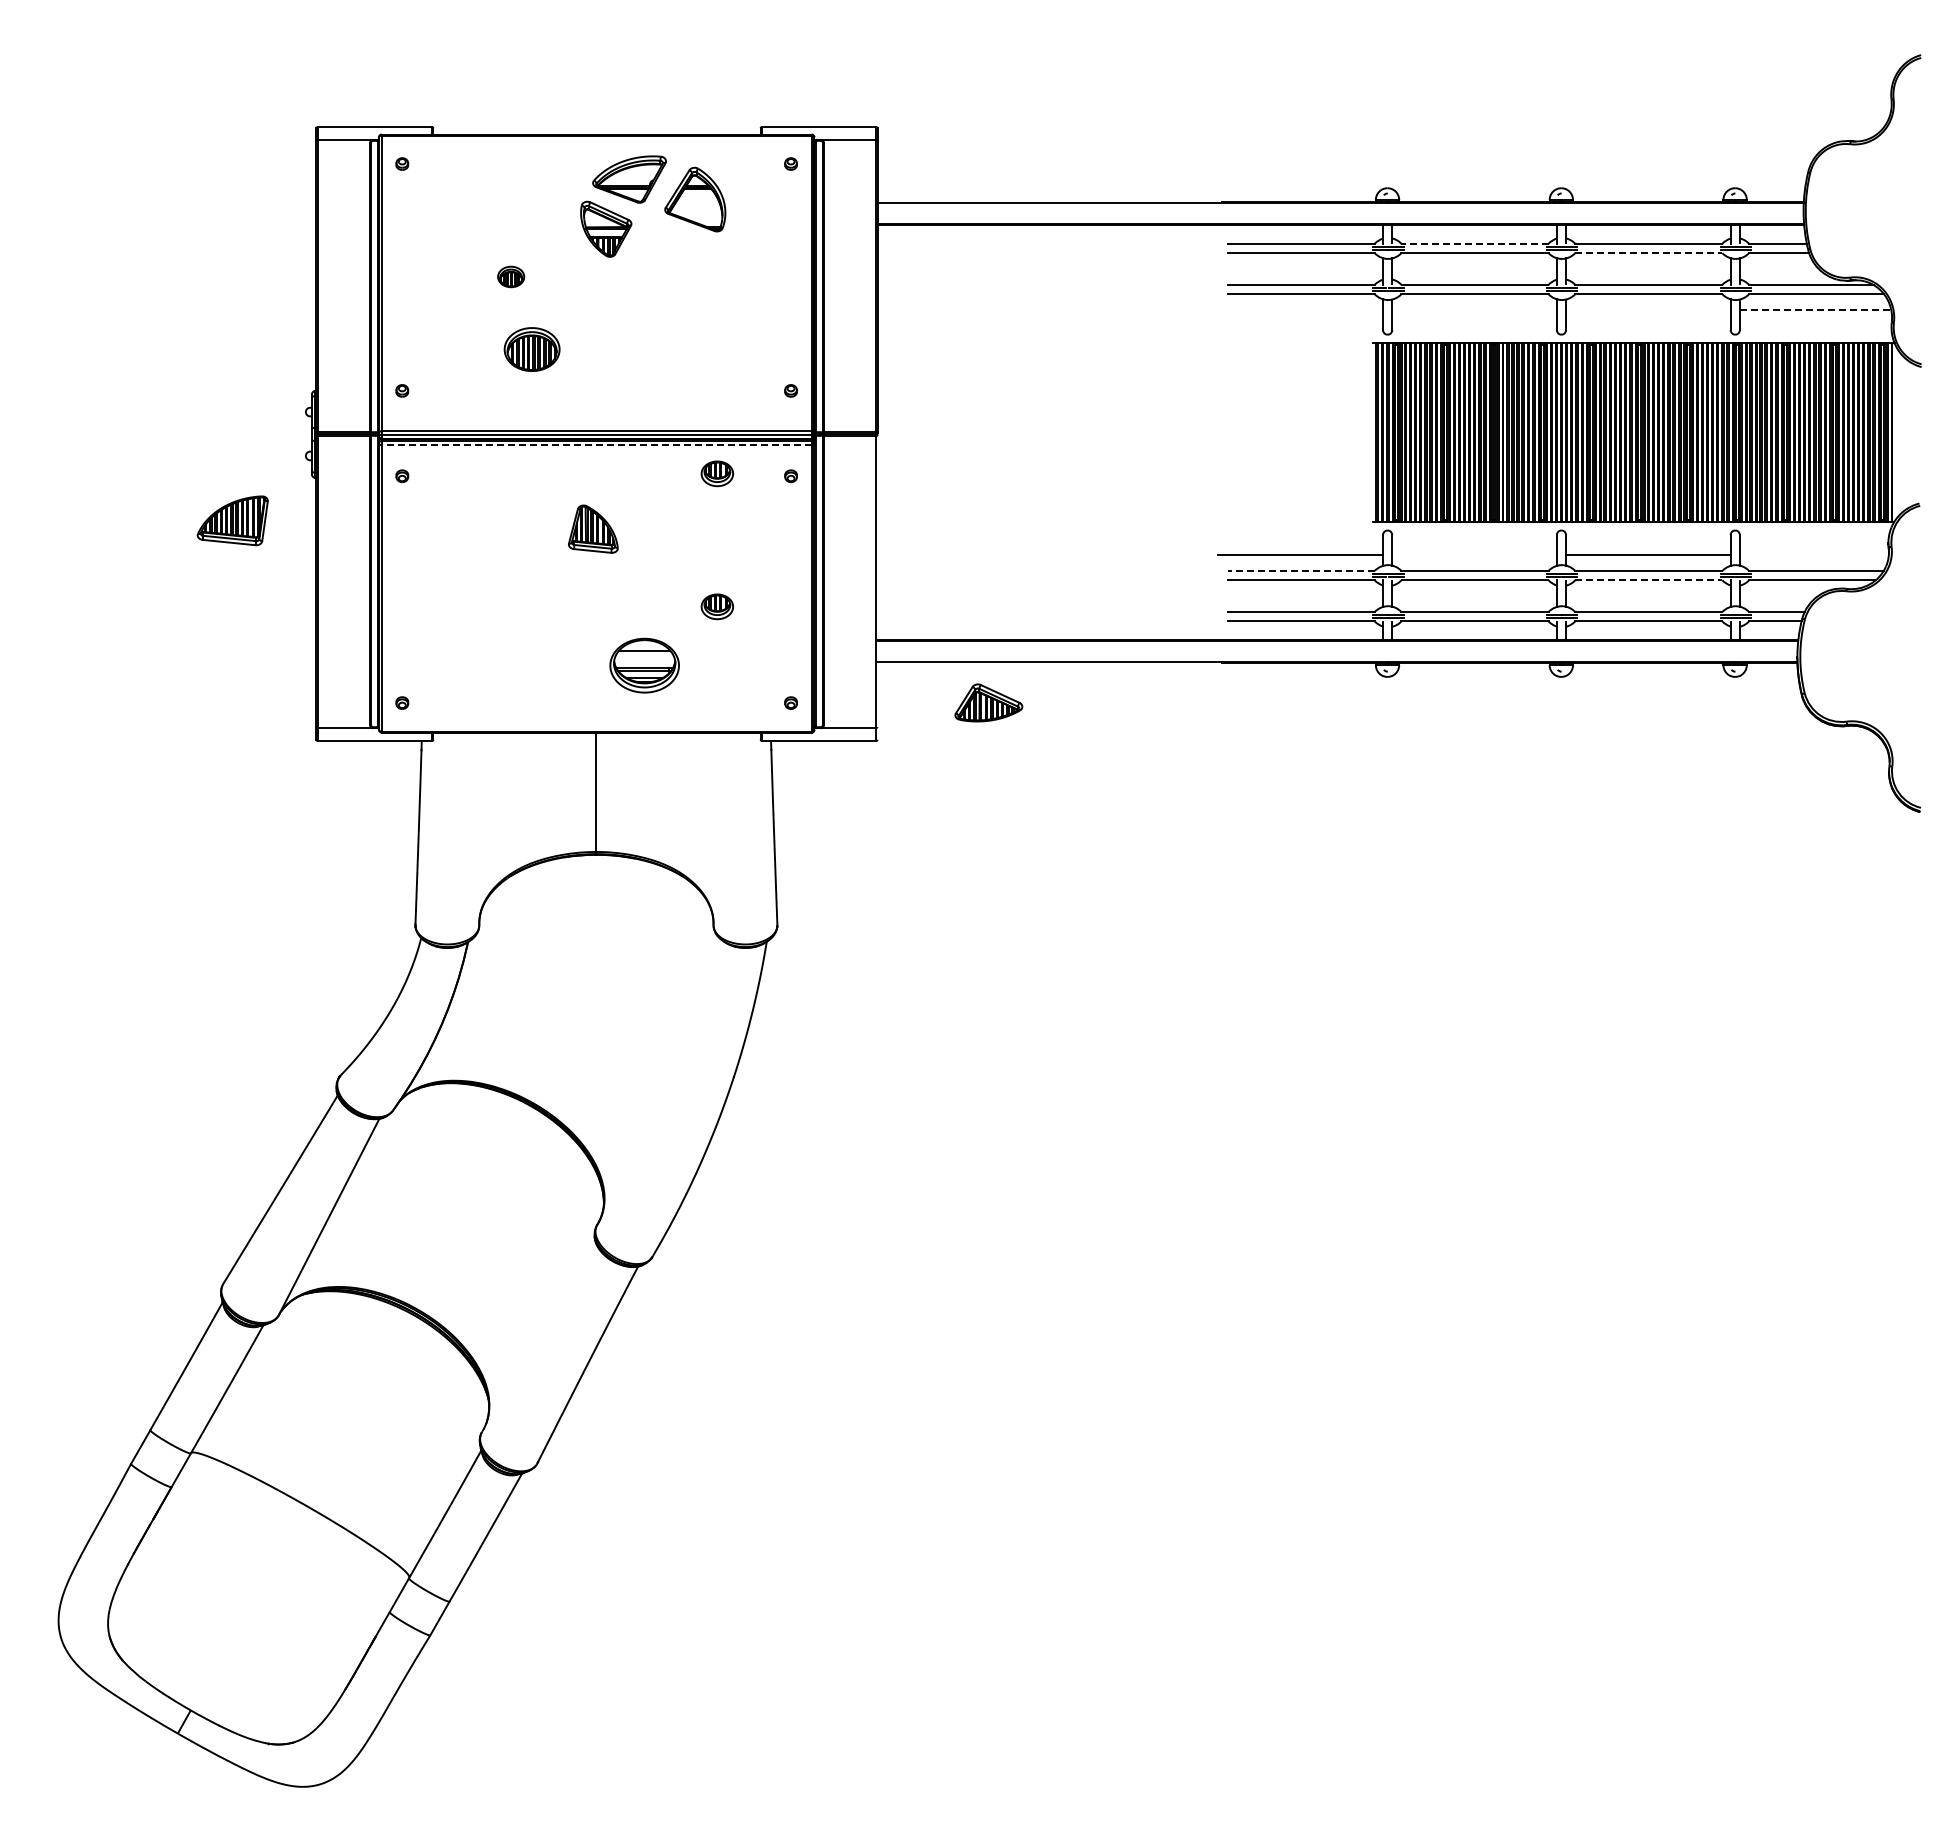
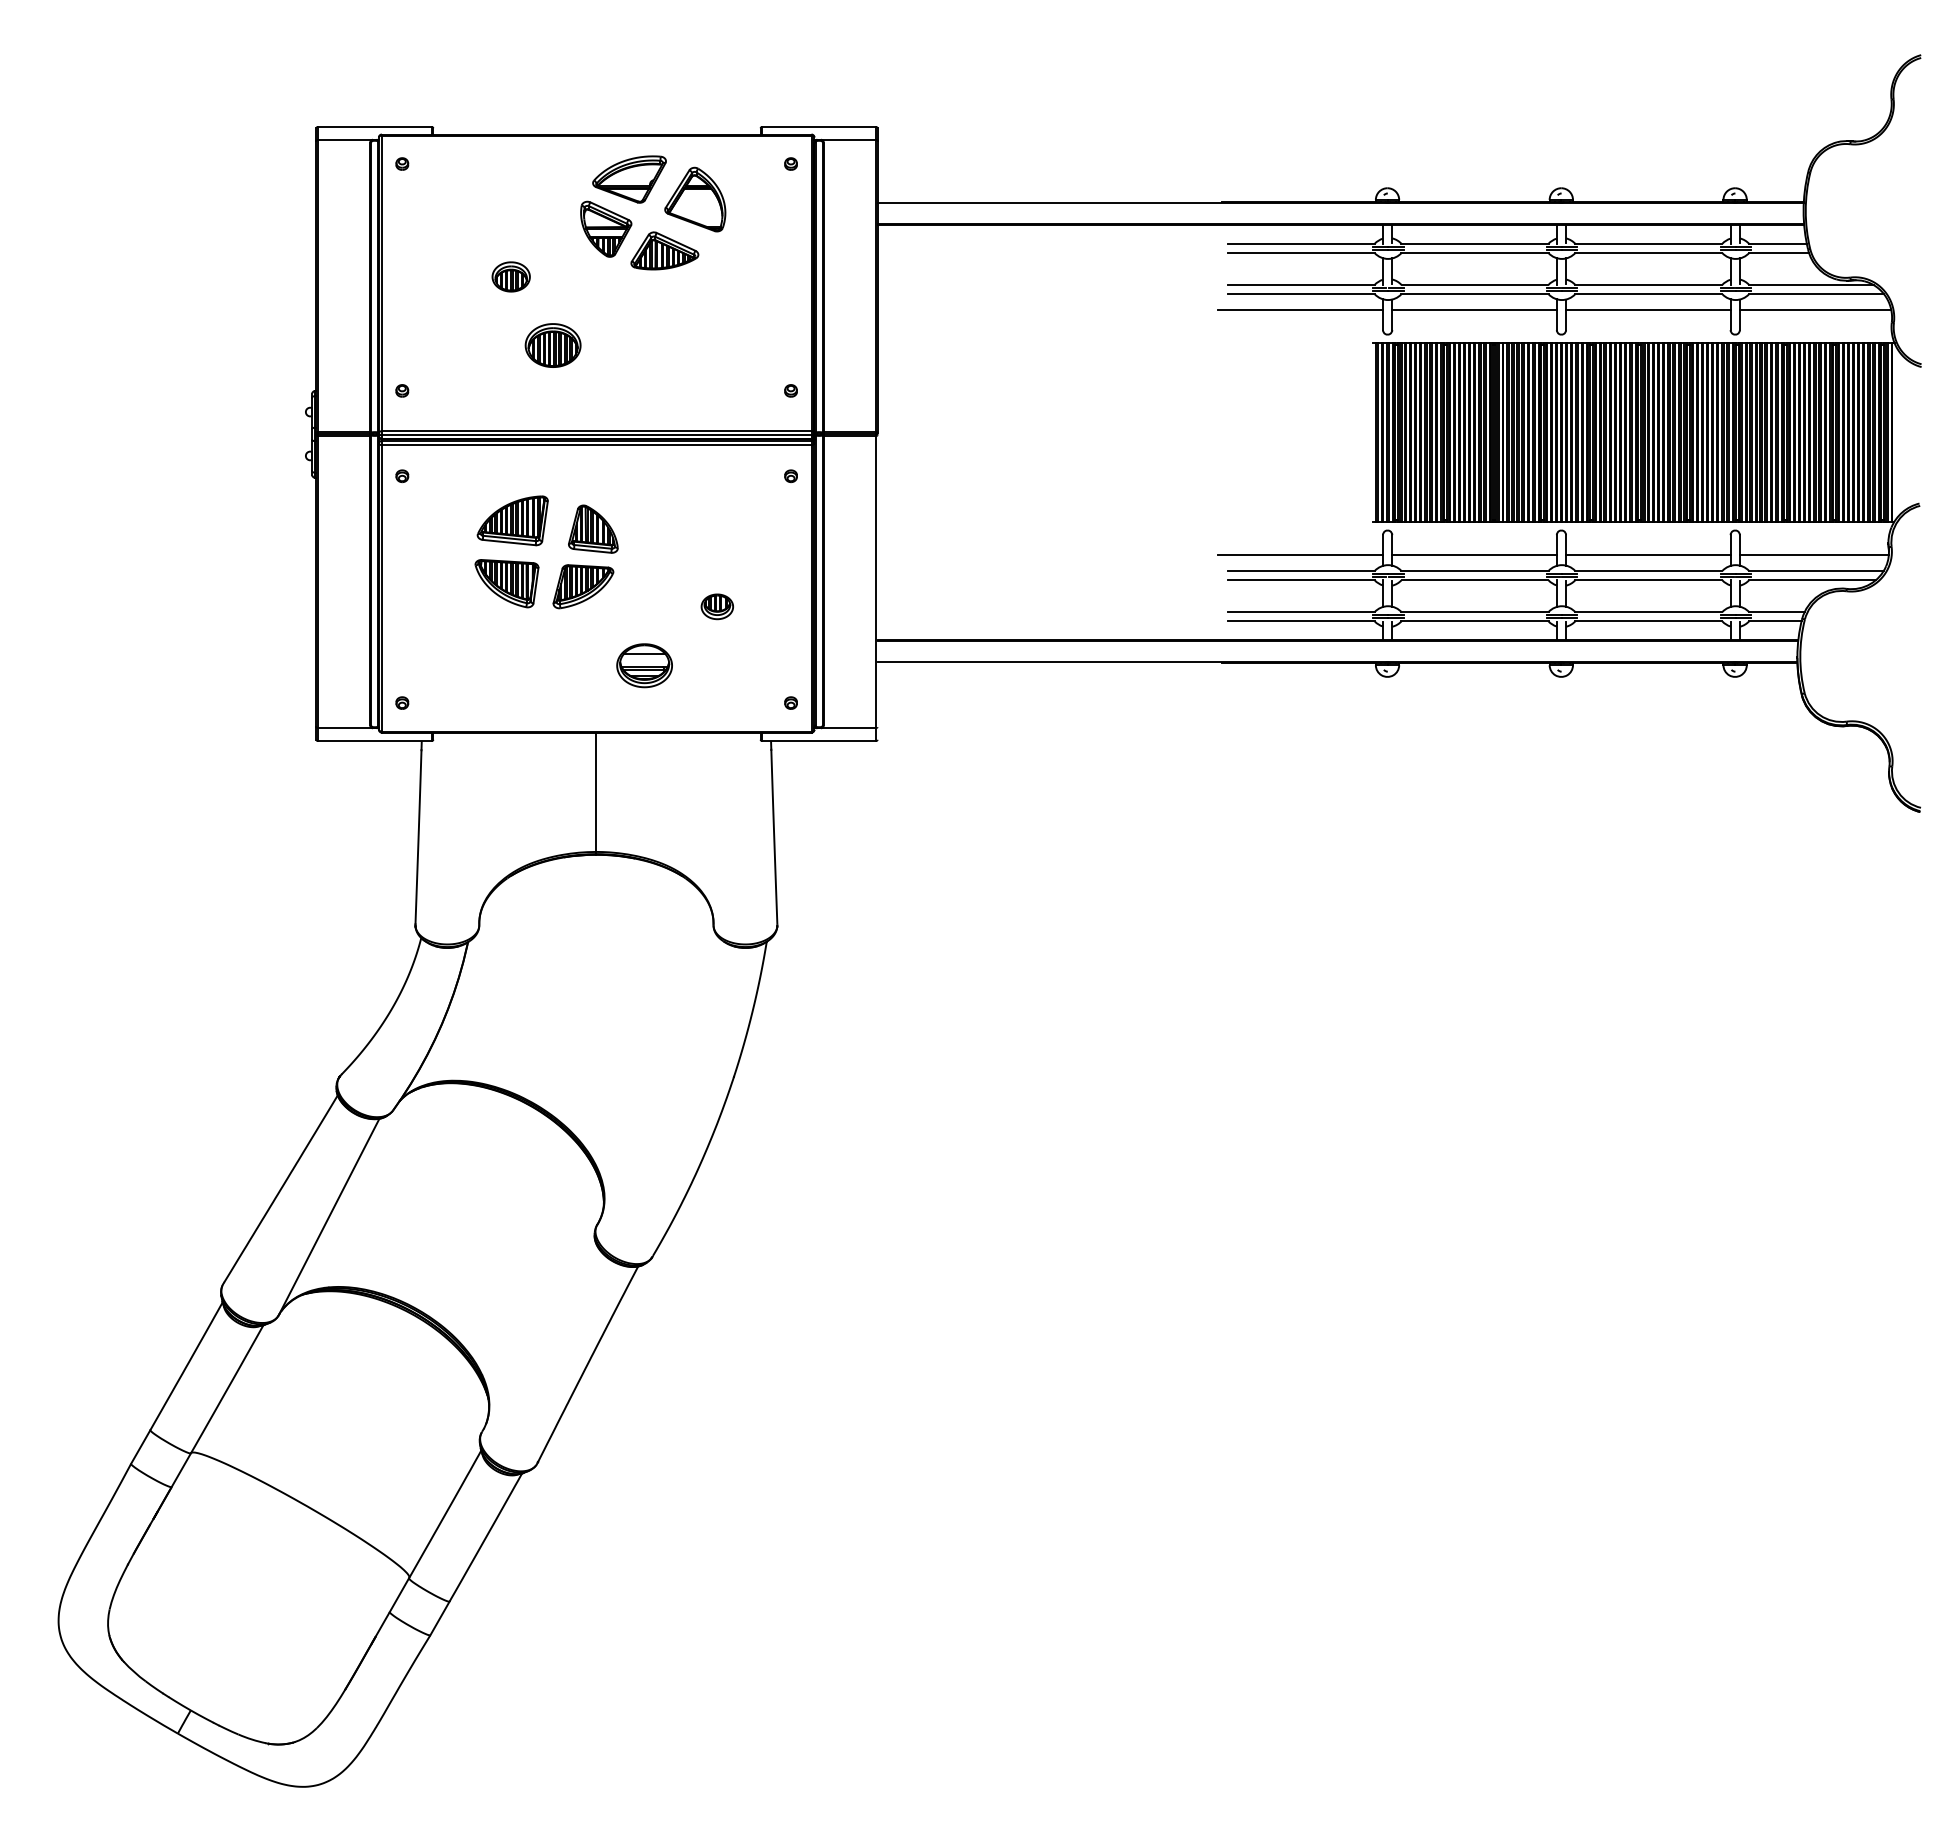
line at (1475, 243): dashed -> solid
line at (1648, 253): dashed -> solid
part at (511, 276) size: 29x24 px -> 40x32 px
line at (1300, 309): none -> present
line at (1474, 309): none -> present
line at (1648, 309): none -> present
line at (1815, 309): dashed -> solid
part at (531, 349) position: (531, 349) -> (552, 345)
line at (596, 445): dashed -> solid
part at (716, 473): present -> none
part at (232, 520) position: (232, 520) -> (512, 520)
line at (1474, 555): none -> present
line at (1813, 555): none -> present
line at (1301, 570): dashed -> solid
line at (1649, 580): dashed -> solid
part at (506, 583): none -> present
part at (583, 586): none -> present
part at (644, 665) size: 71x57 px -> 57x46 px
part at (988, 702) position: (988, 702) -> (664, 250)
